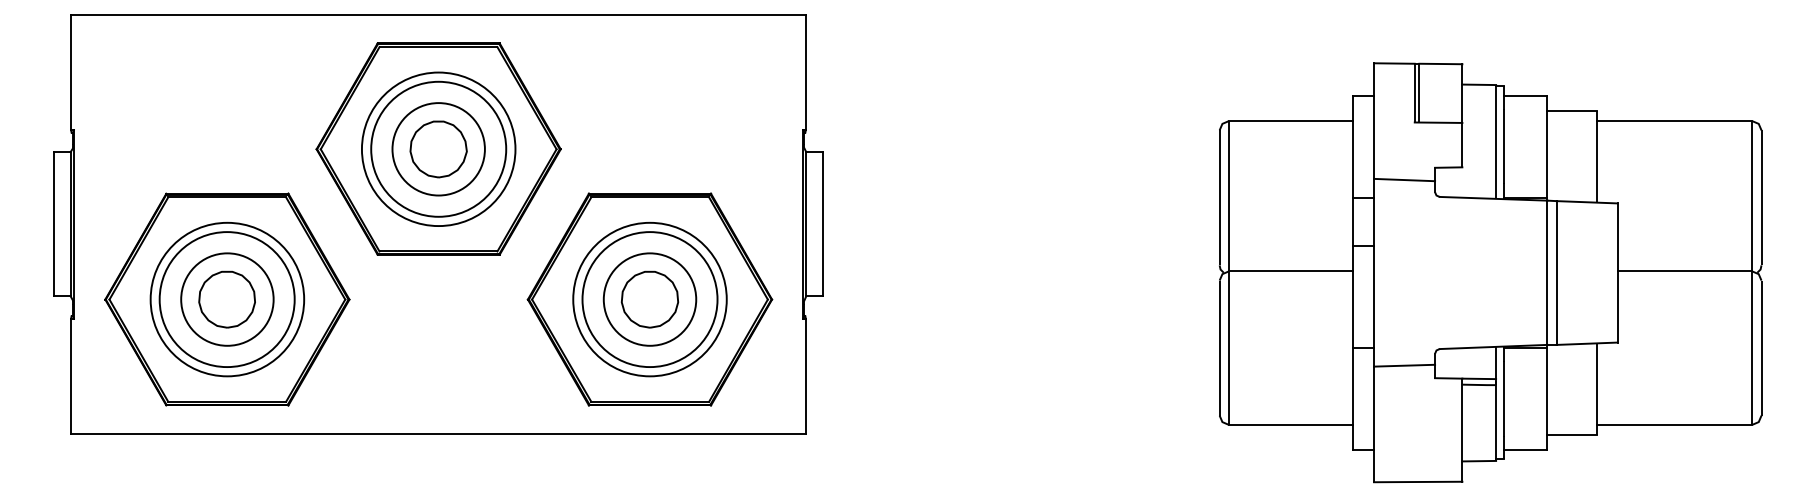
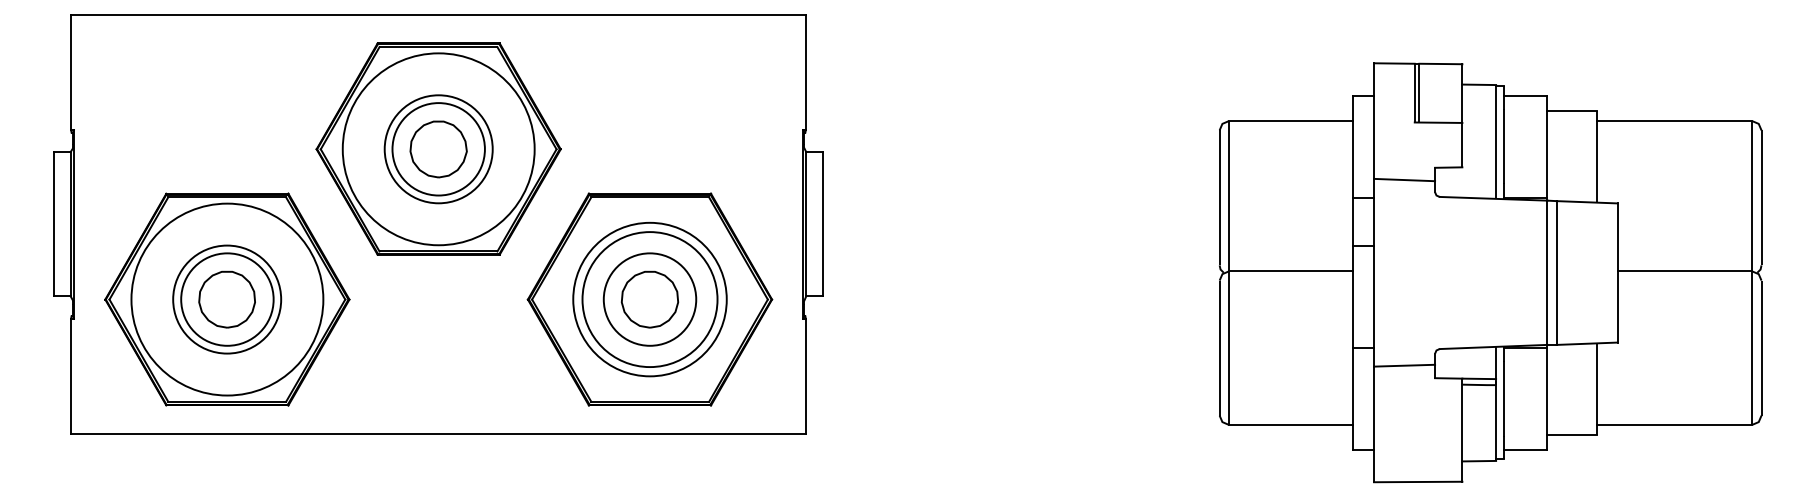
circle at (438, 148) diameter: 135 px -> 108 px
circle at (438, 149) diameter: 154 px -> 192 px
circle at (226, 299) diameter: 135 px -> 108 px
circle at (227, 299) diameter: 154 px -> 192 px
